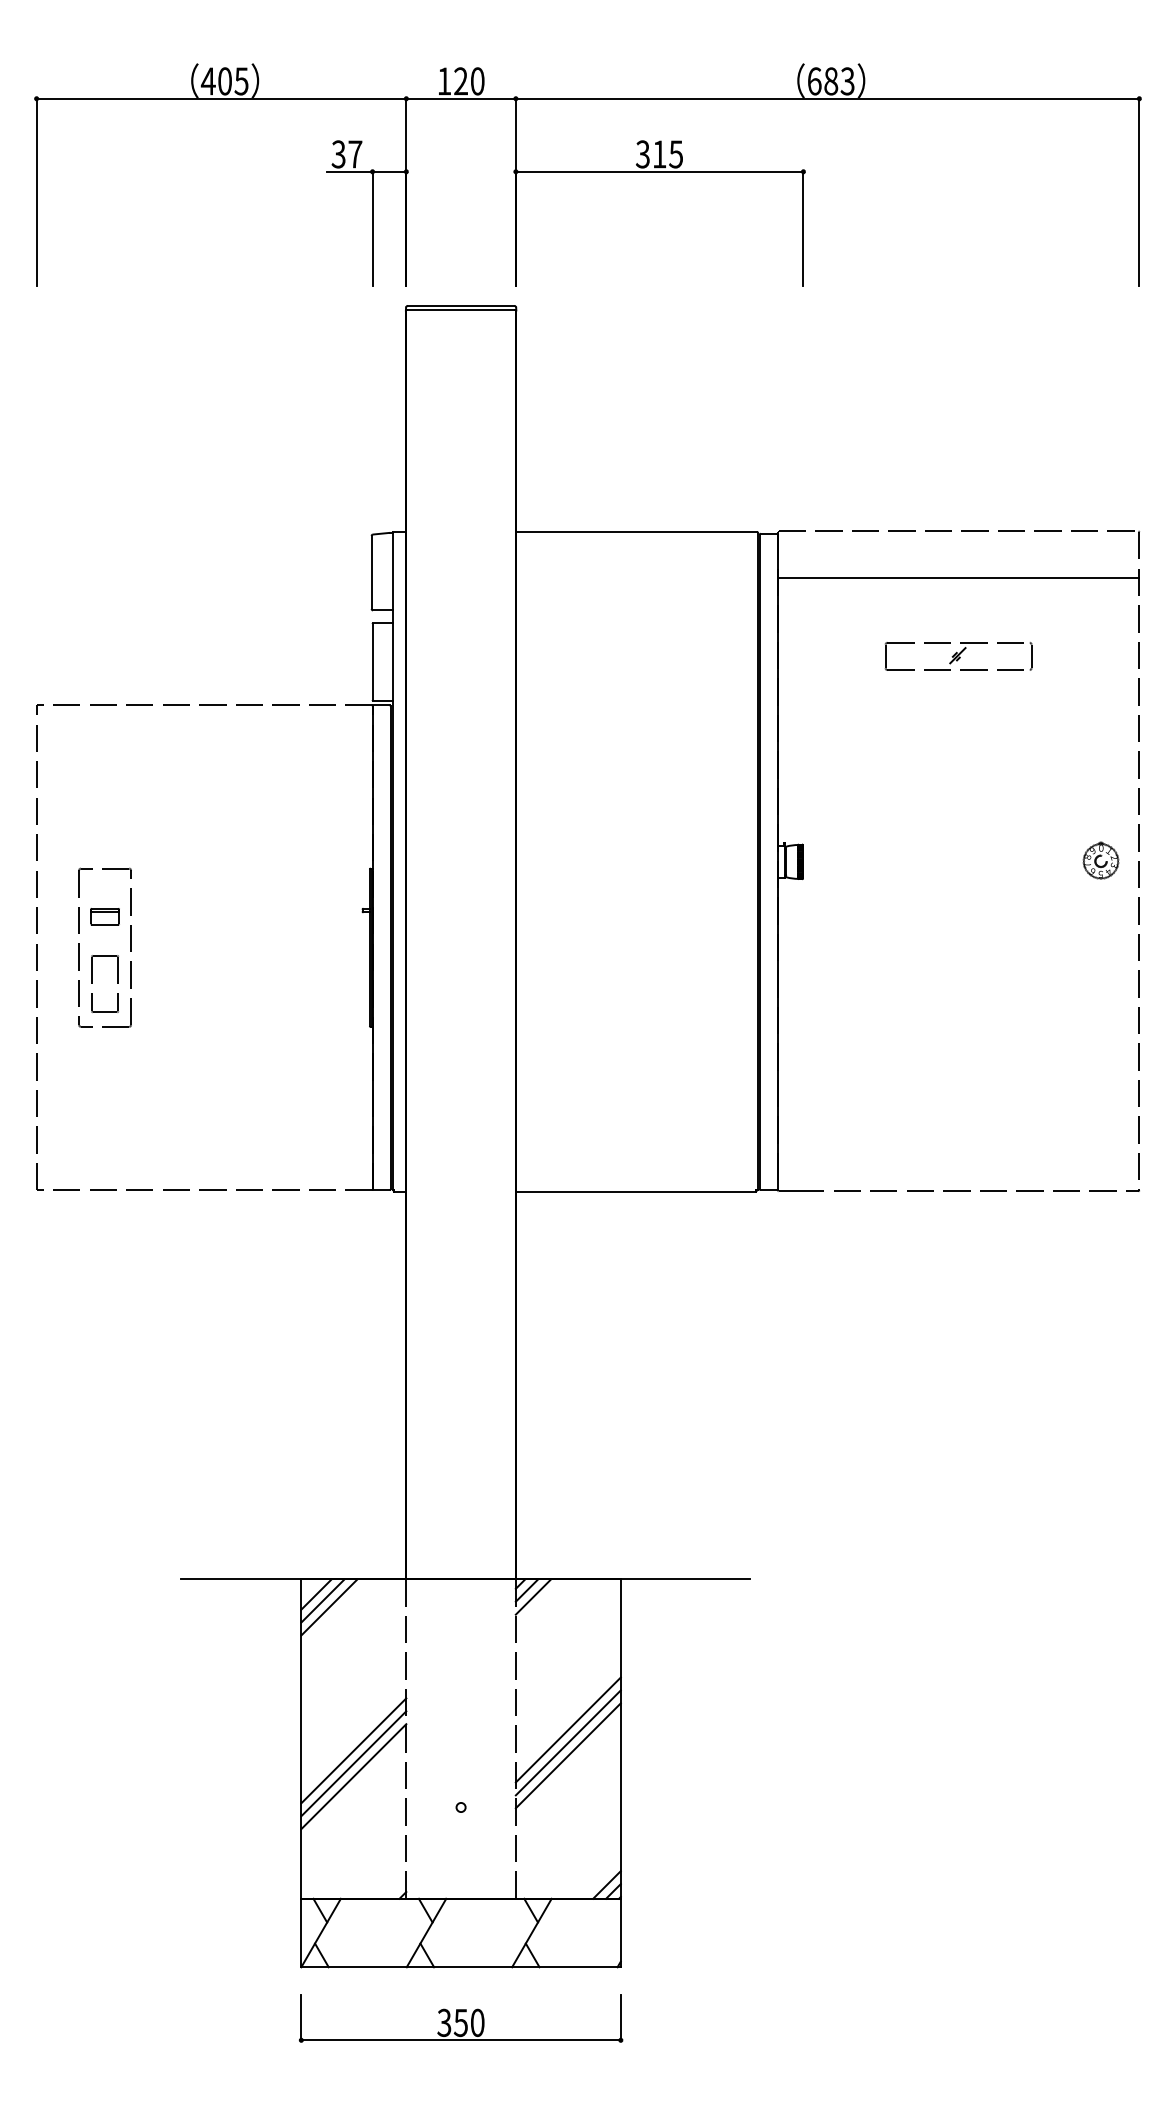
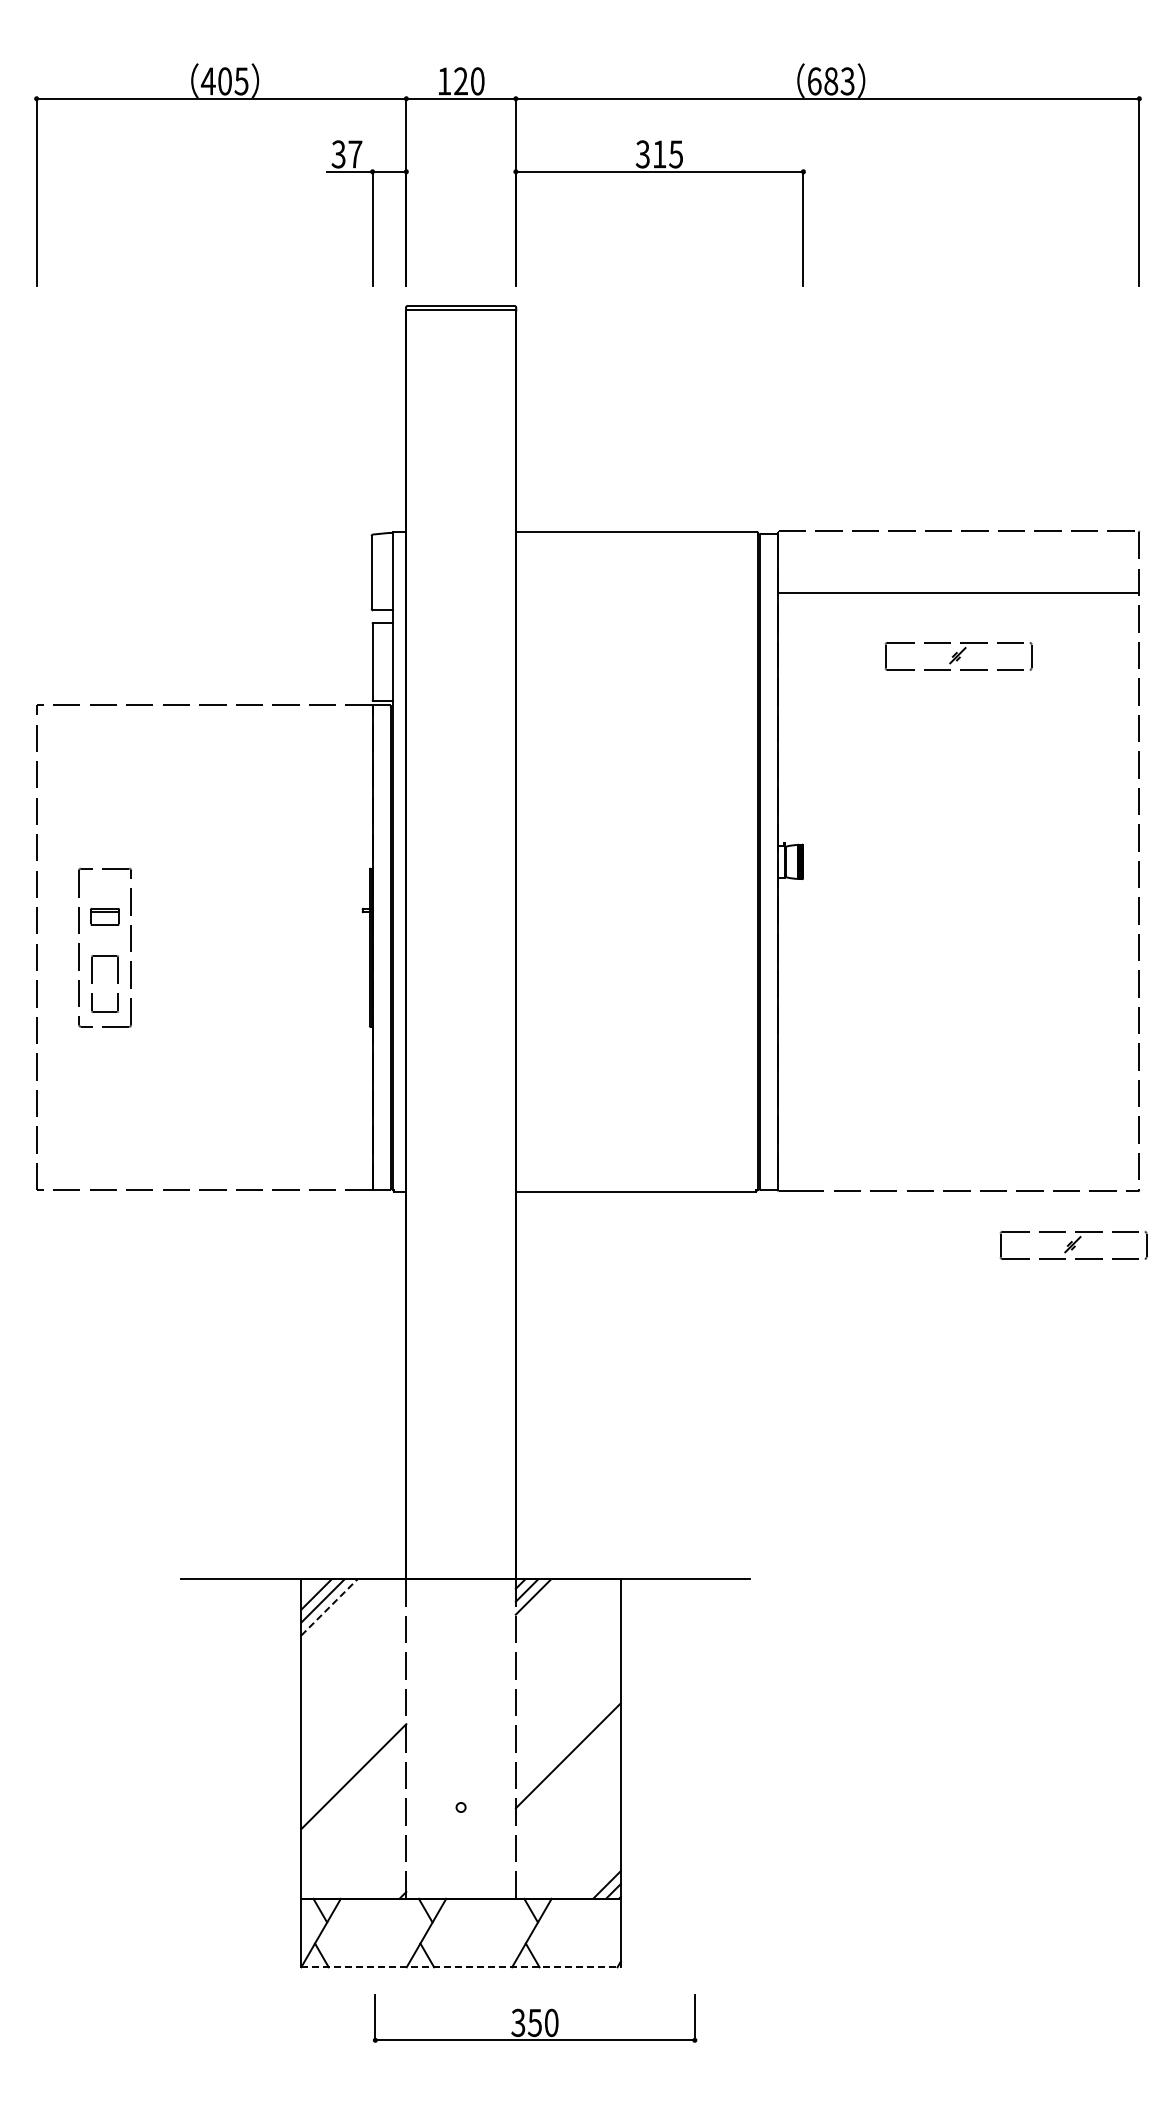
line at (958, 578) position: (958, 578) -> (958, 593)
part at (1100, 860): present -> none
part at (1073, 1245): none -> present
line at (329, 1607): solid -> dashed
line at (567, 1729): present -> none
line at (567, 1742): present -> none
line at (353, 1750): present -> none
line at (353, 1763): present -> none
line at (461, 1967): solid -> dashed
part at (460, 2018) position: (460, 2018) -> (534, 2018)
